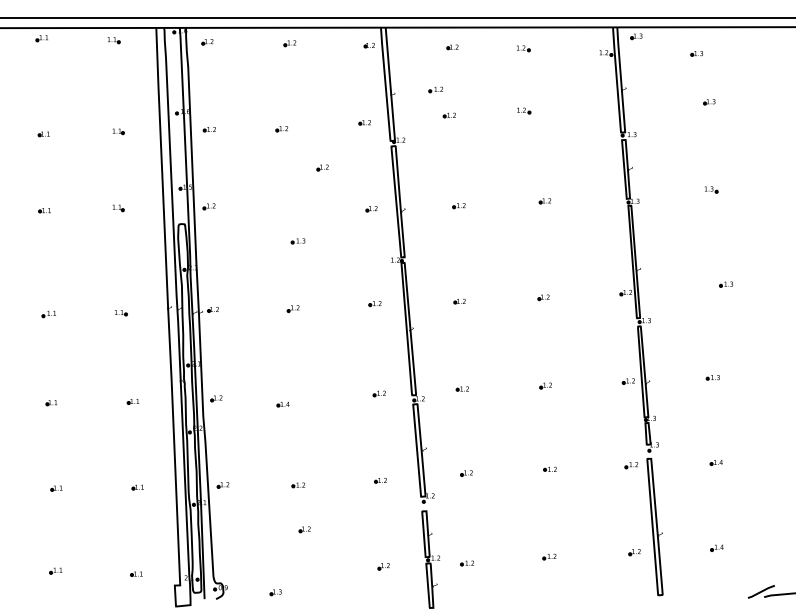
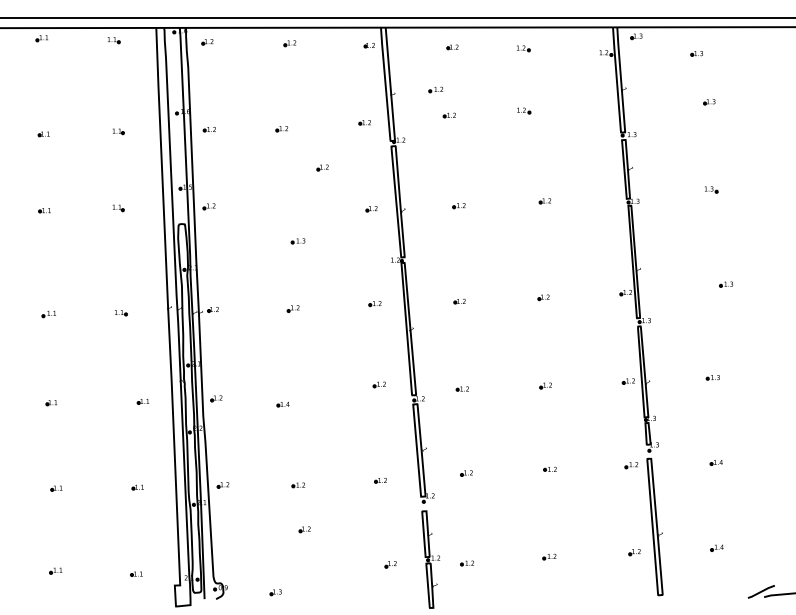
part at (378, 393) position: (378, 393) -> (378, 384)
part at (132, 401) position: (132, 401) -> (142, 401)
part at (383, 566) position: (383, 566) -> (390, 564)
